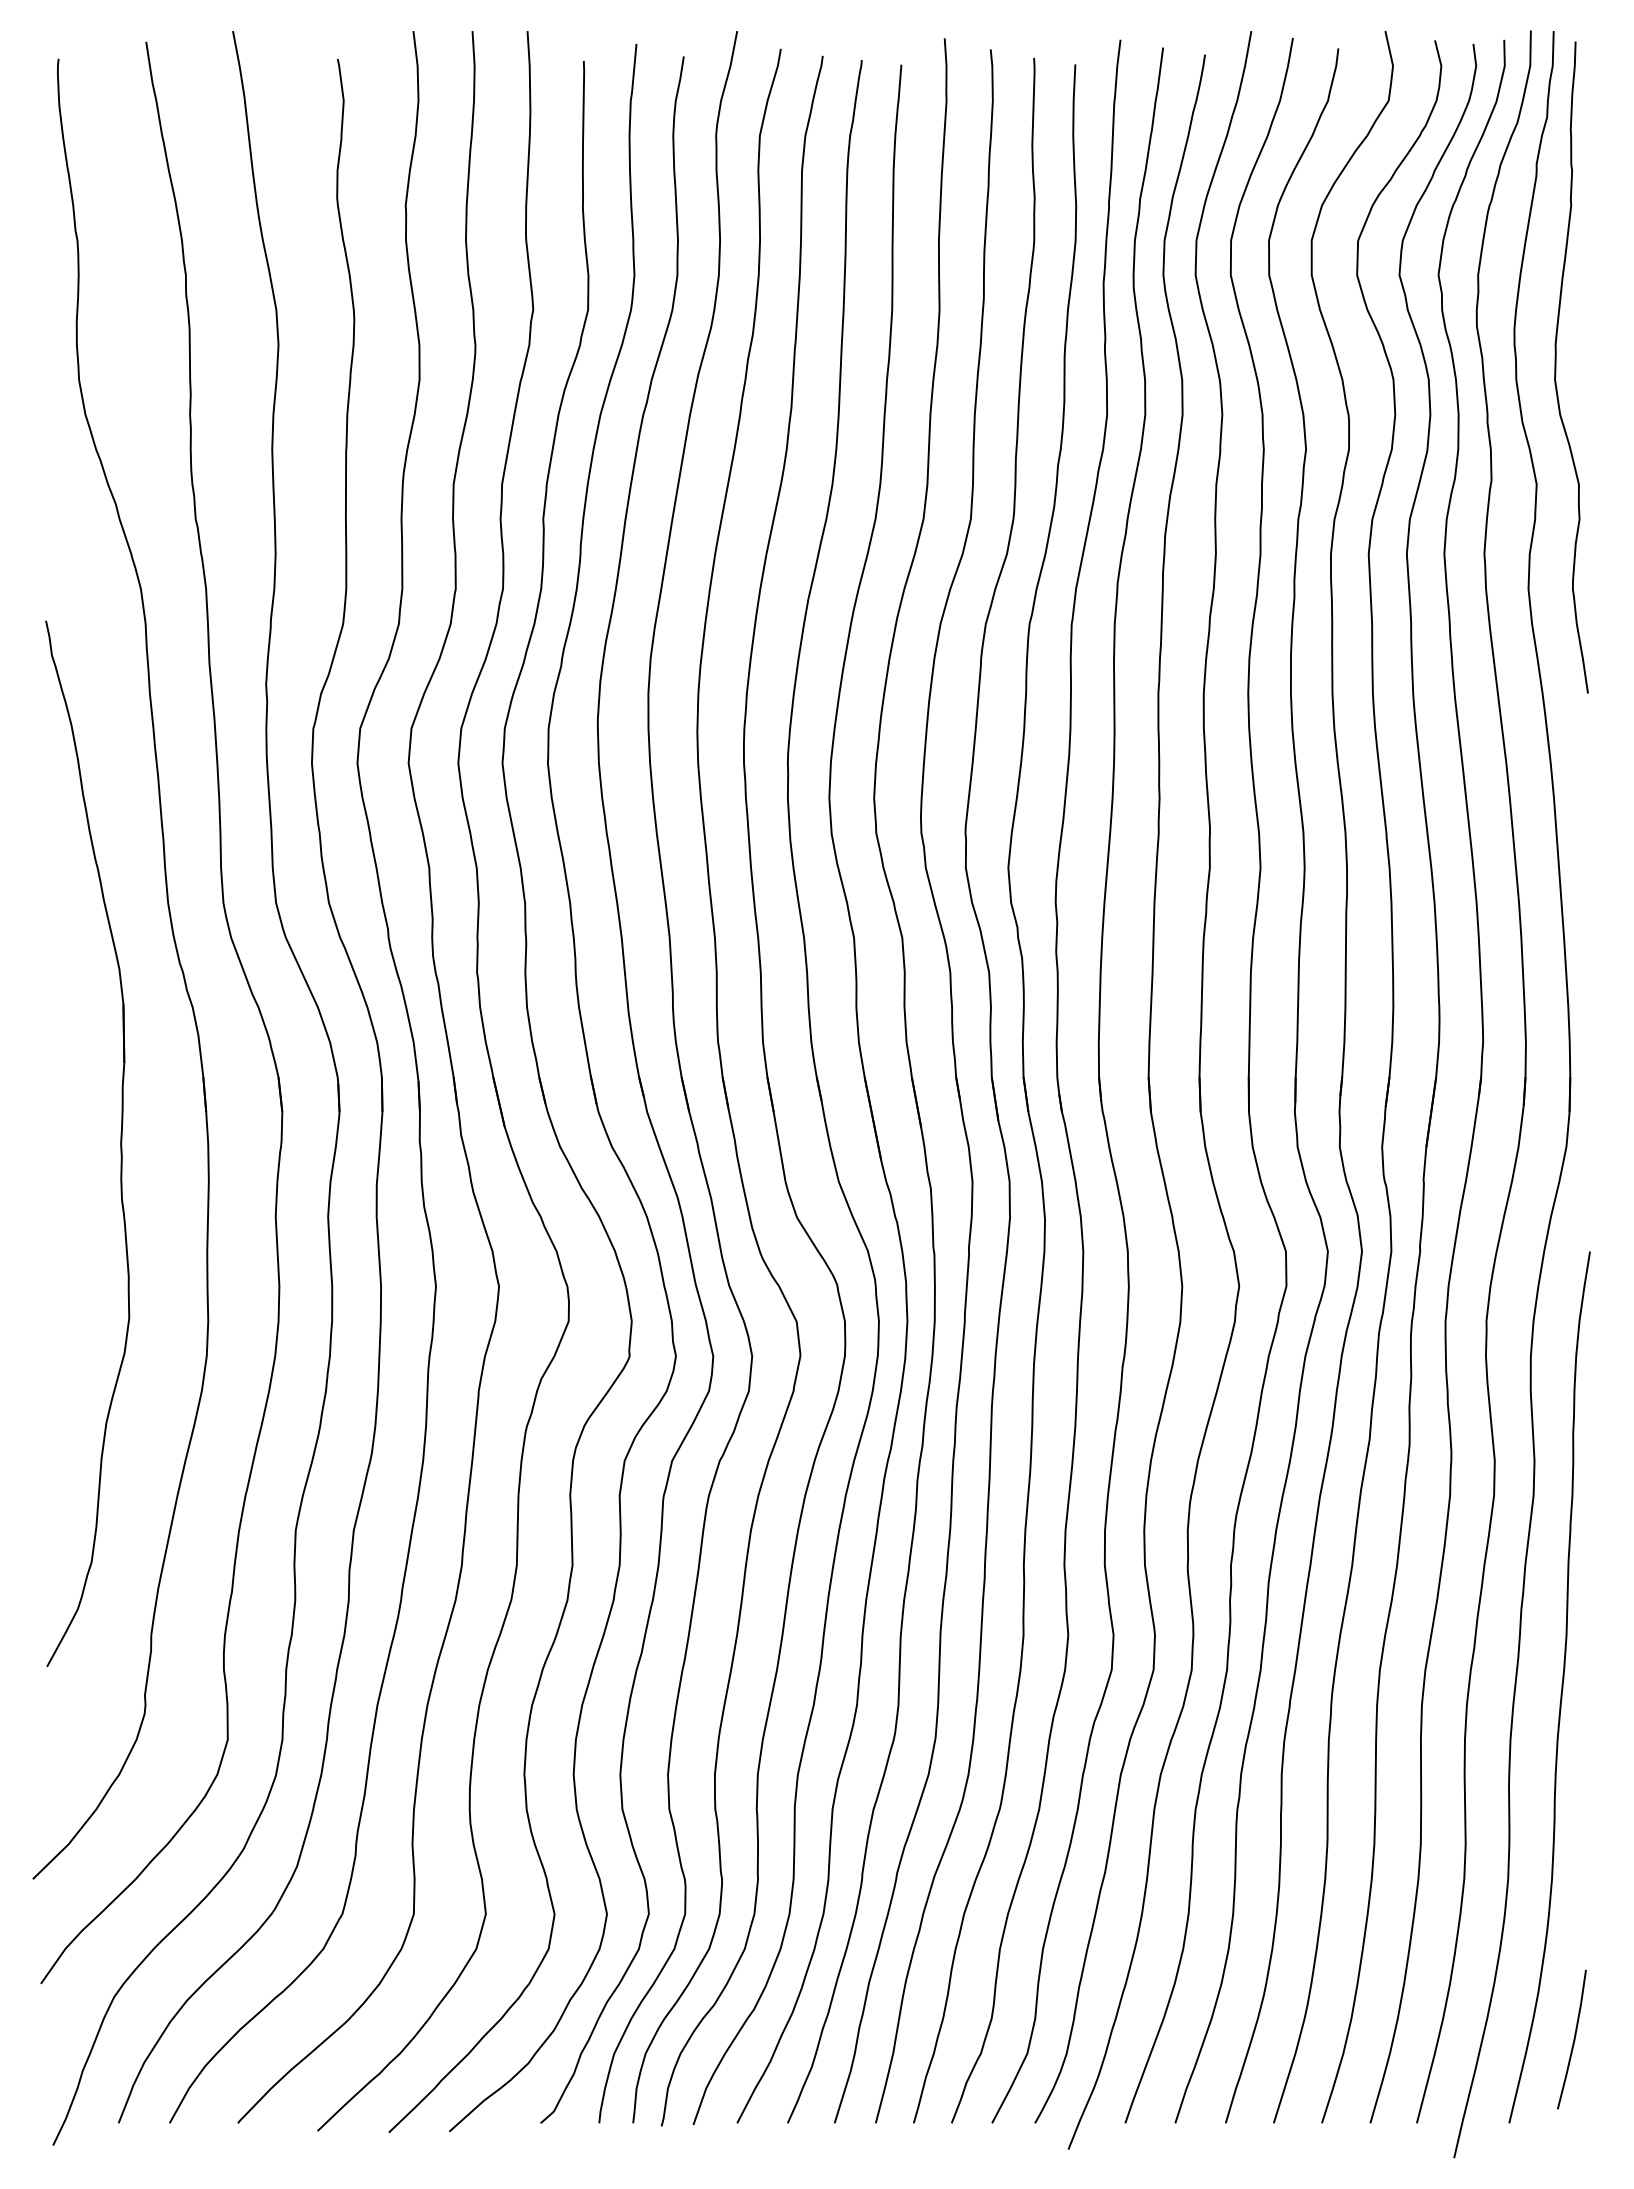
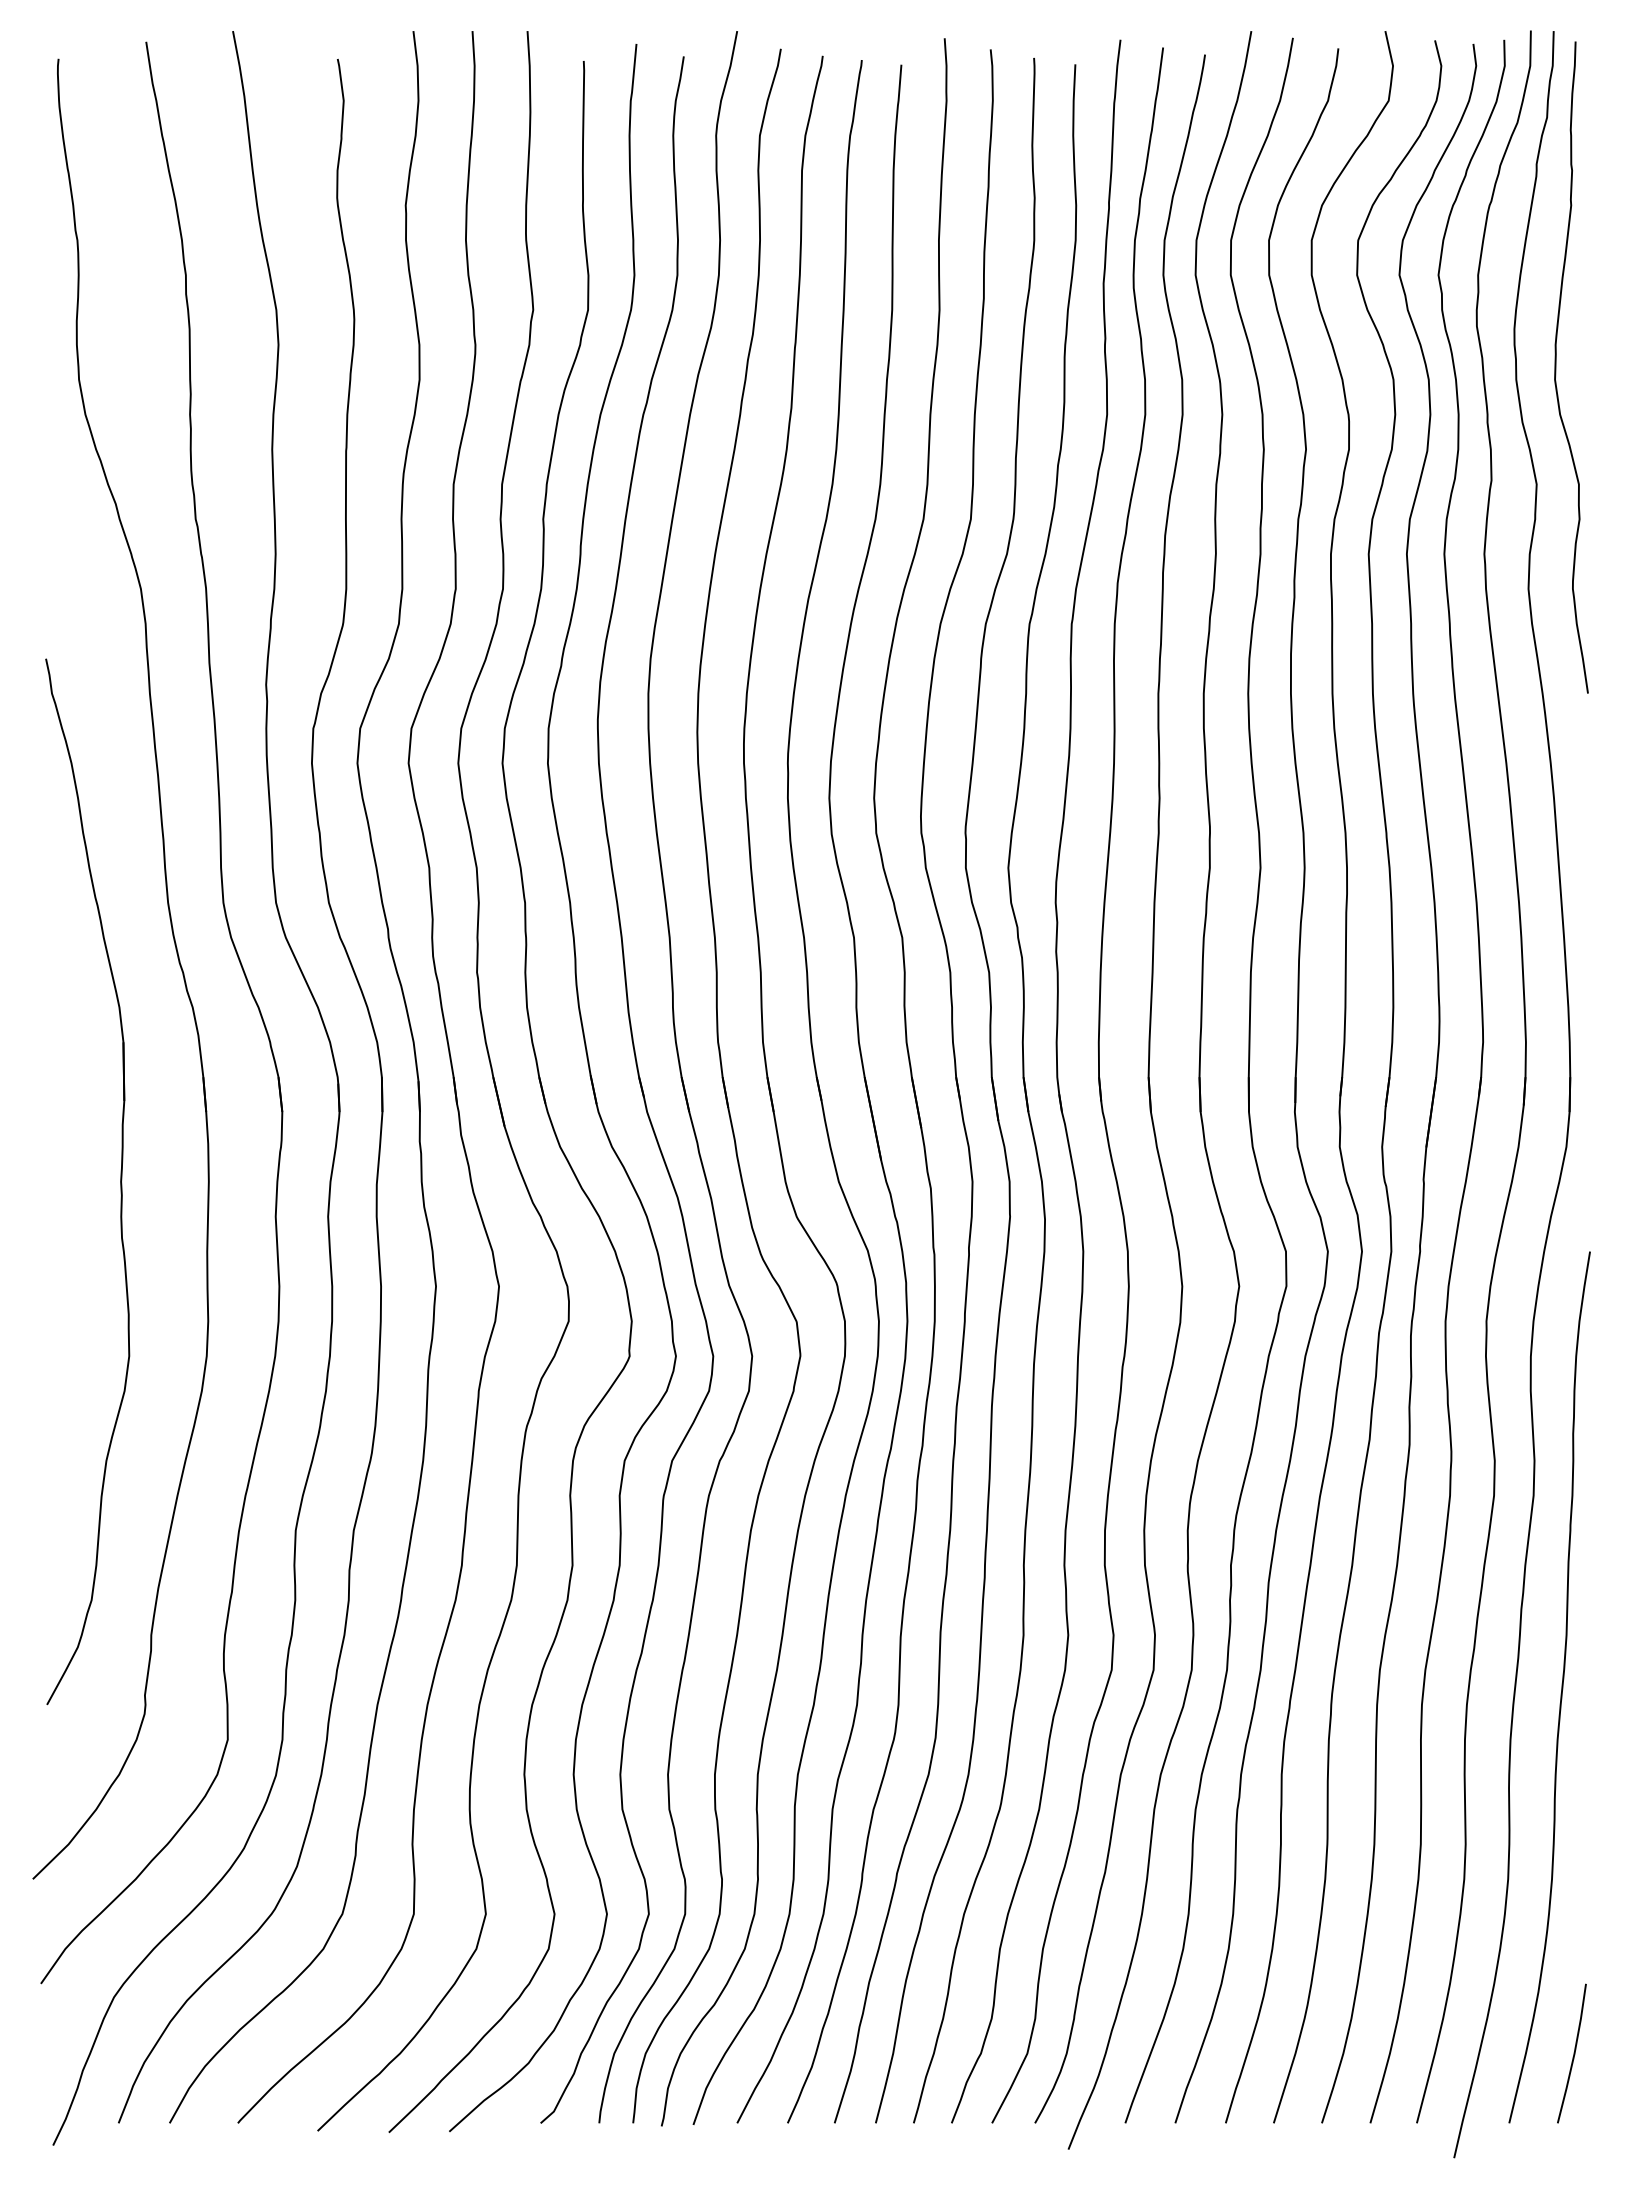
part at (120, 1143) position: (120, 1143) -> (120, 1181)
line at (1573, 2039) position: (1573, 2039) -> (1573, 2053)
